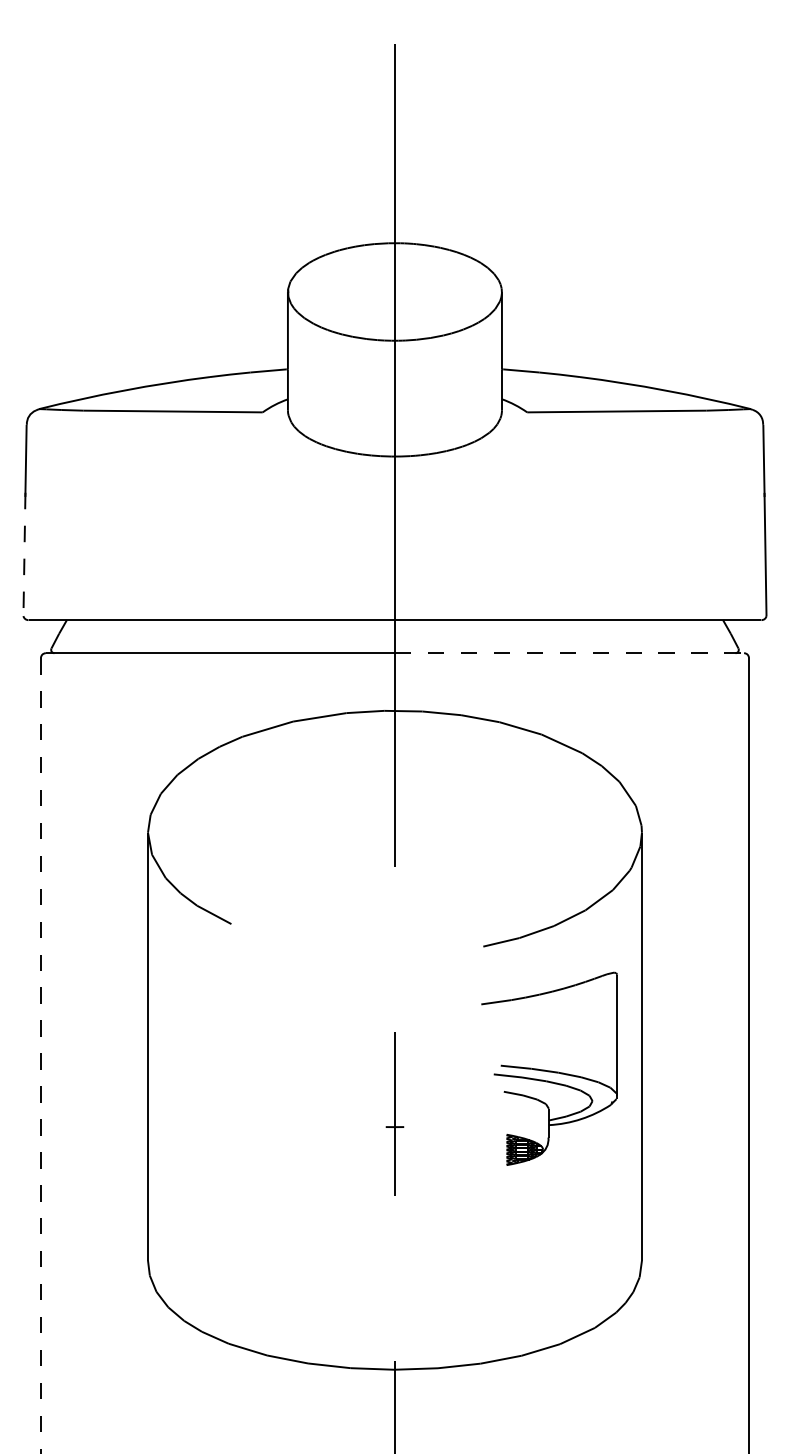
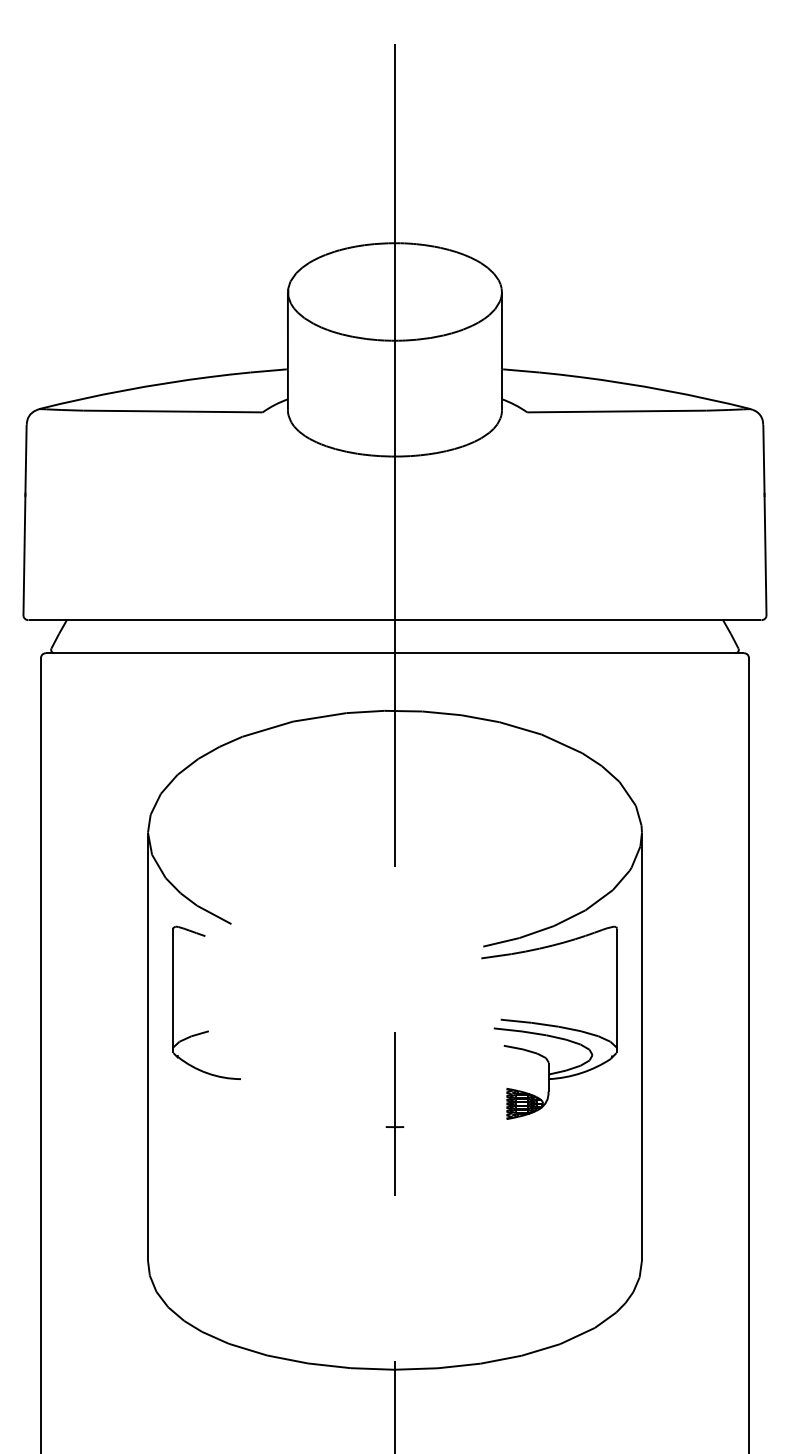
line at (24, 554): dashed -> solid
line at (569, 653): dashed -> solid
part at (207, 1030): none -> present
line at (40, 1056): dashed -> solid
part at (549, 1068) position: (549, 1068) -> (549, 1022)
